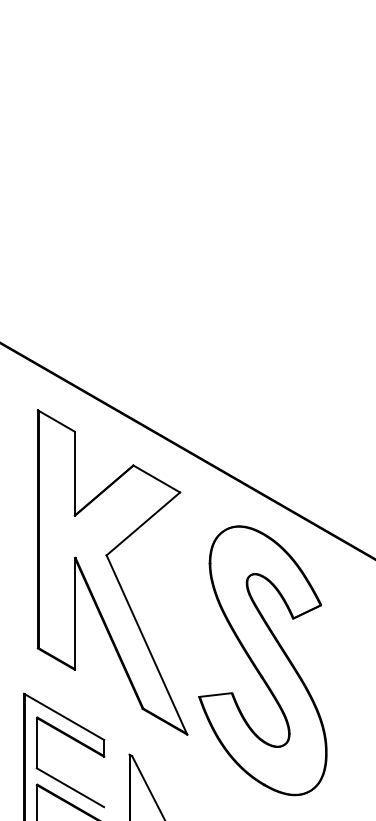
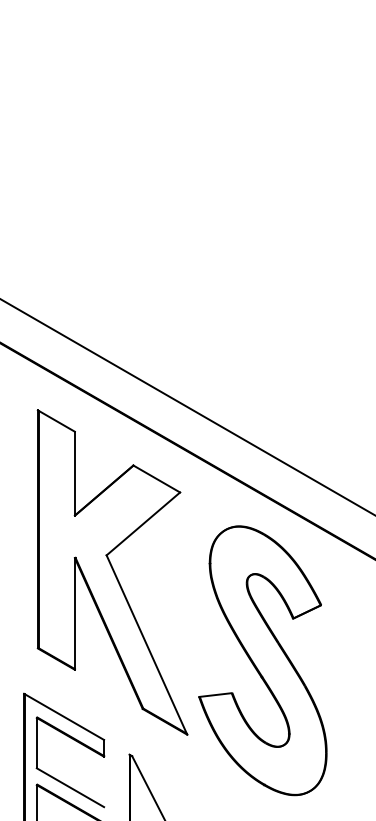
line at (187, 407): none -> present
